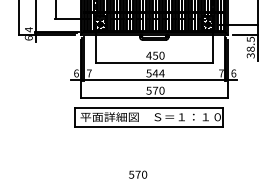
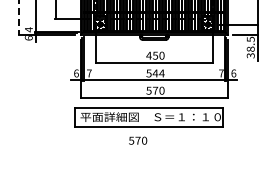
line at (19, 17): solid -> dashed
text at (138, 174) position: (138, 174) -> (138, 140)
